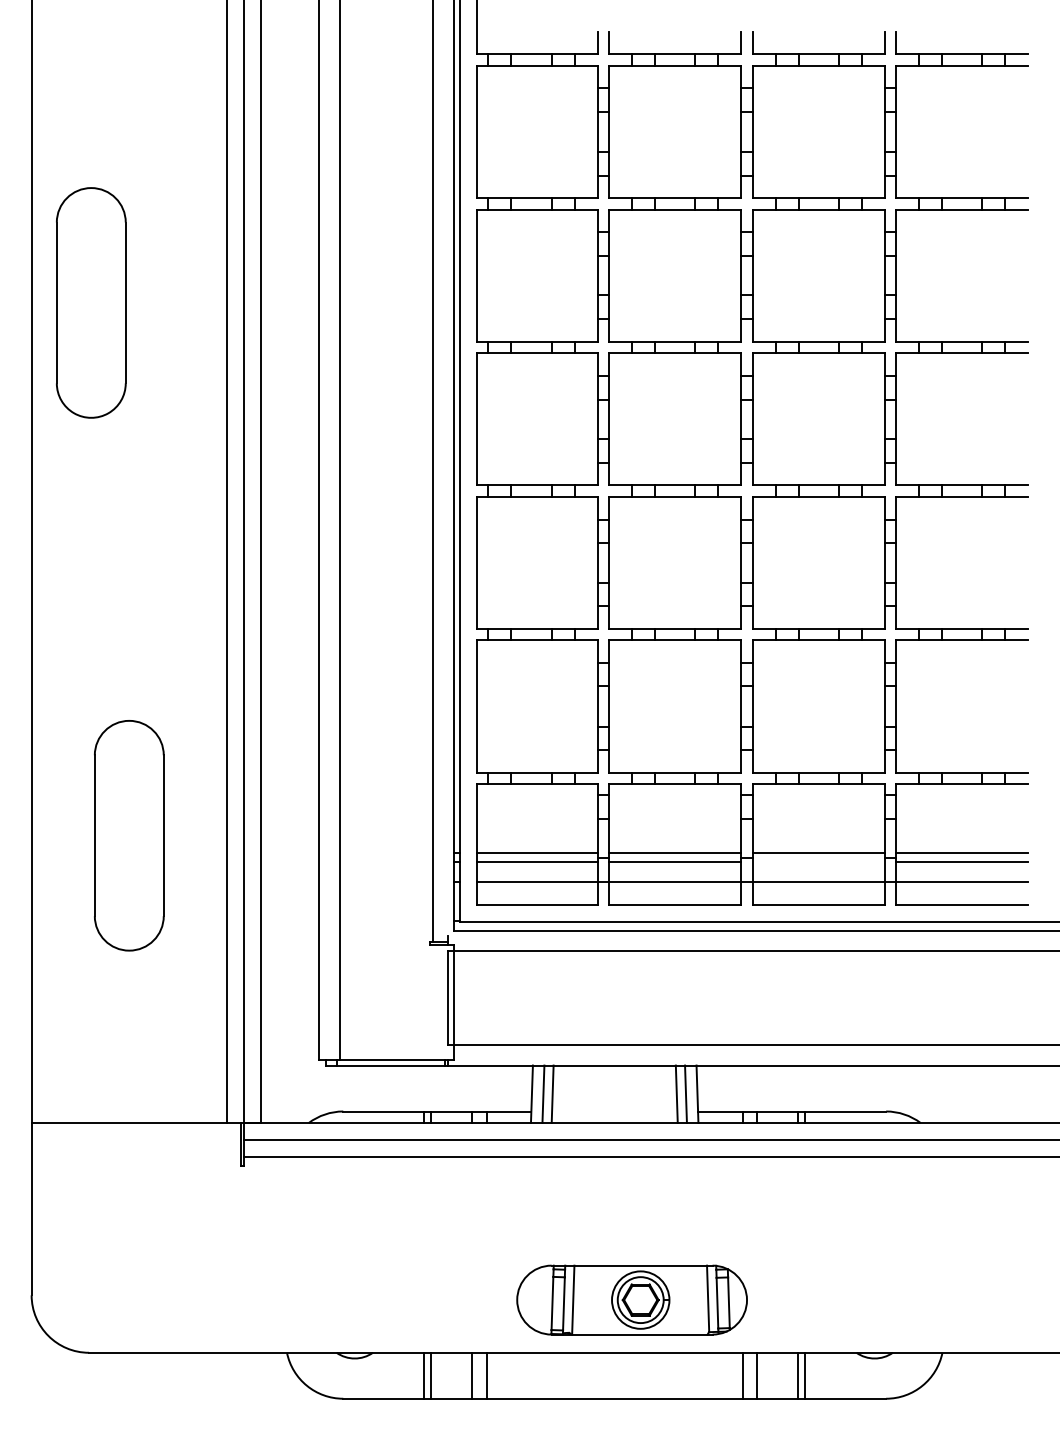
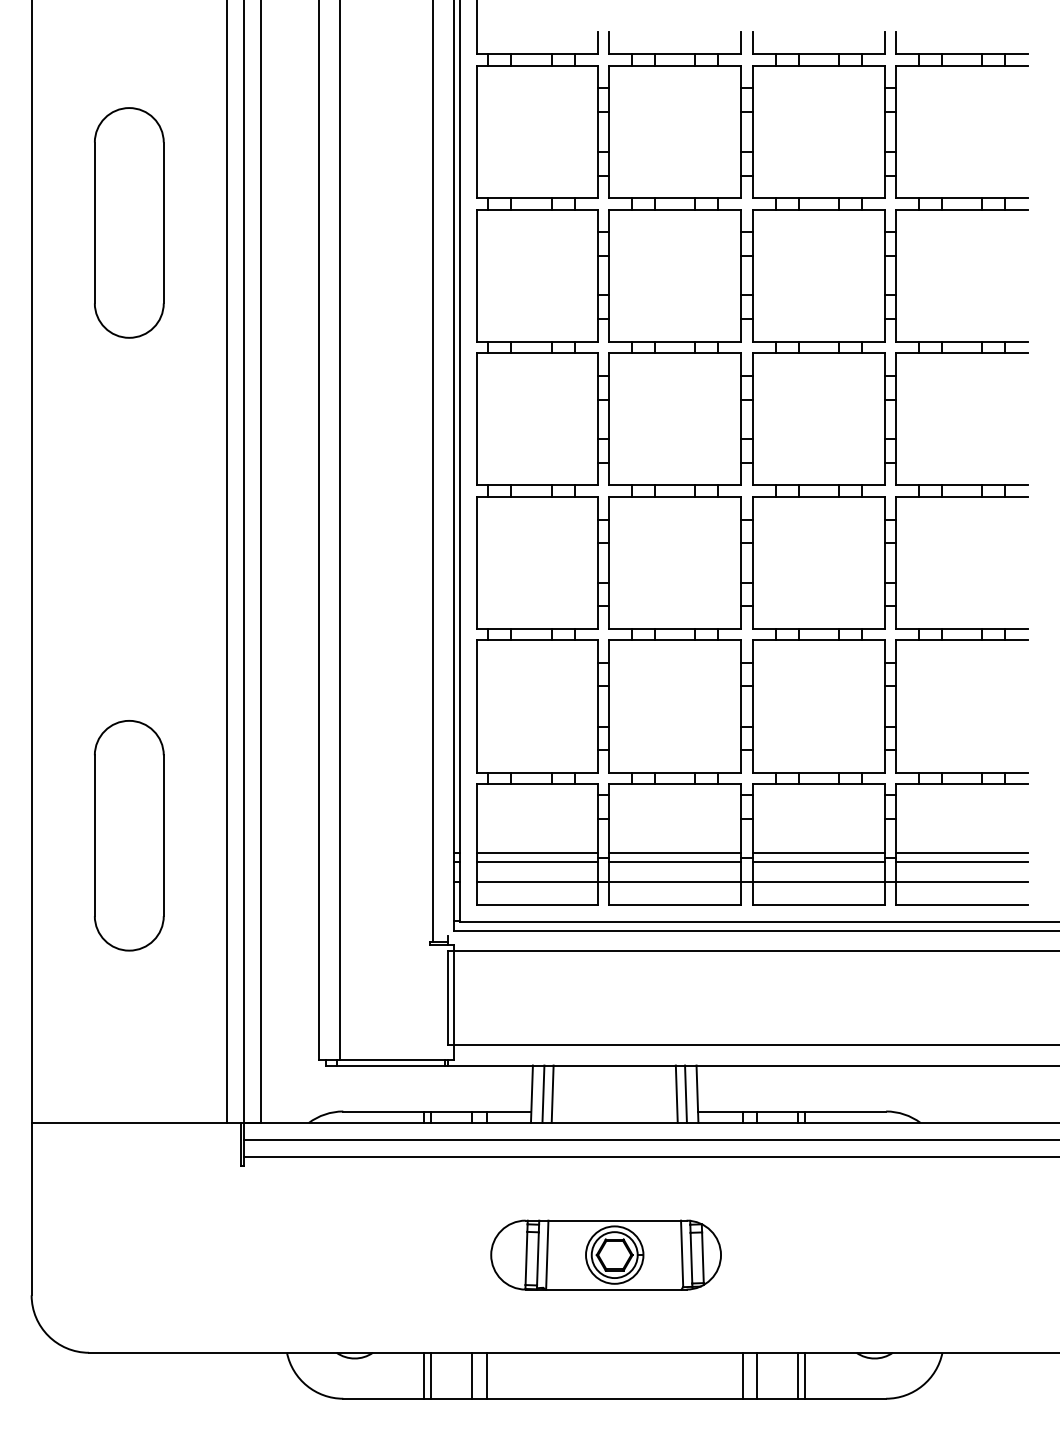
part at (91, 302) position: (91, 302) -> (129, 222)
line at (818, 861): none -> present
part at (631, 1299) position: (631, 1299) -> (605, 1254)
